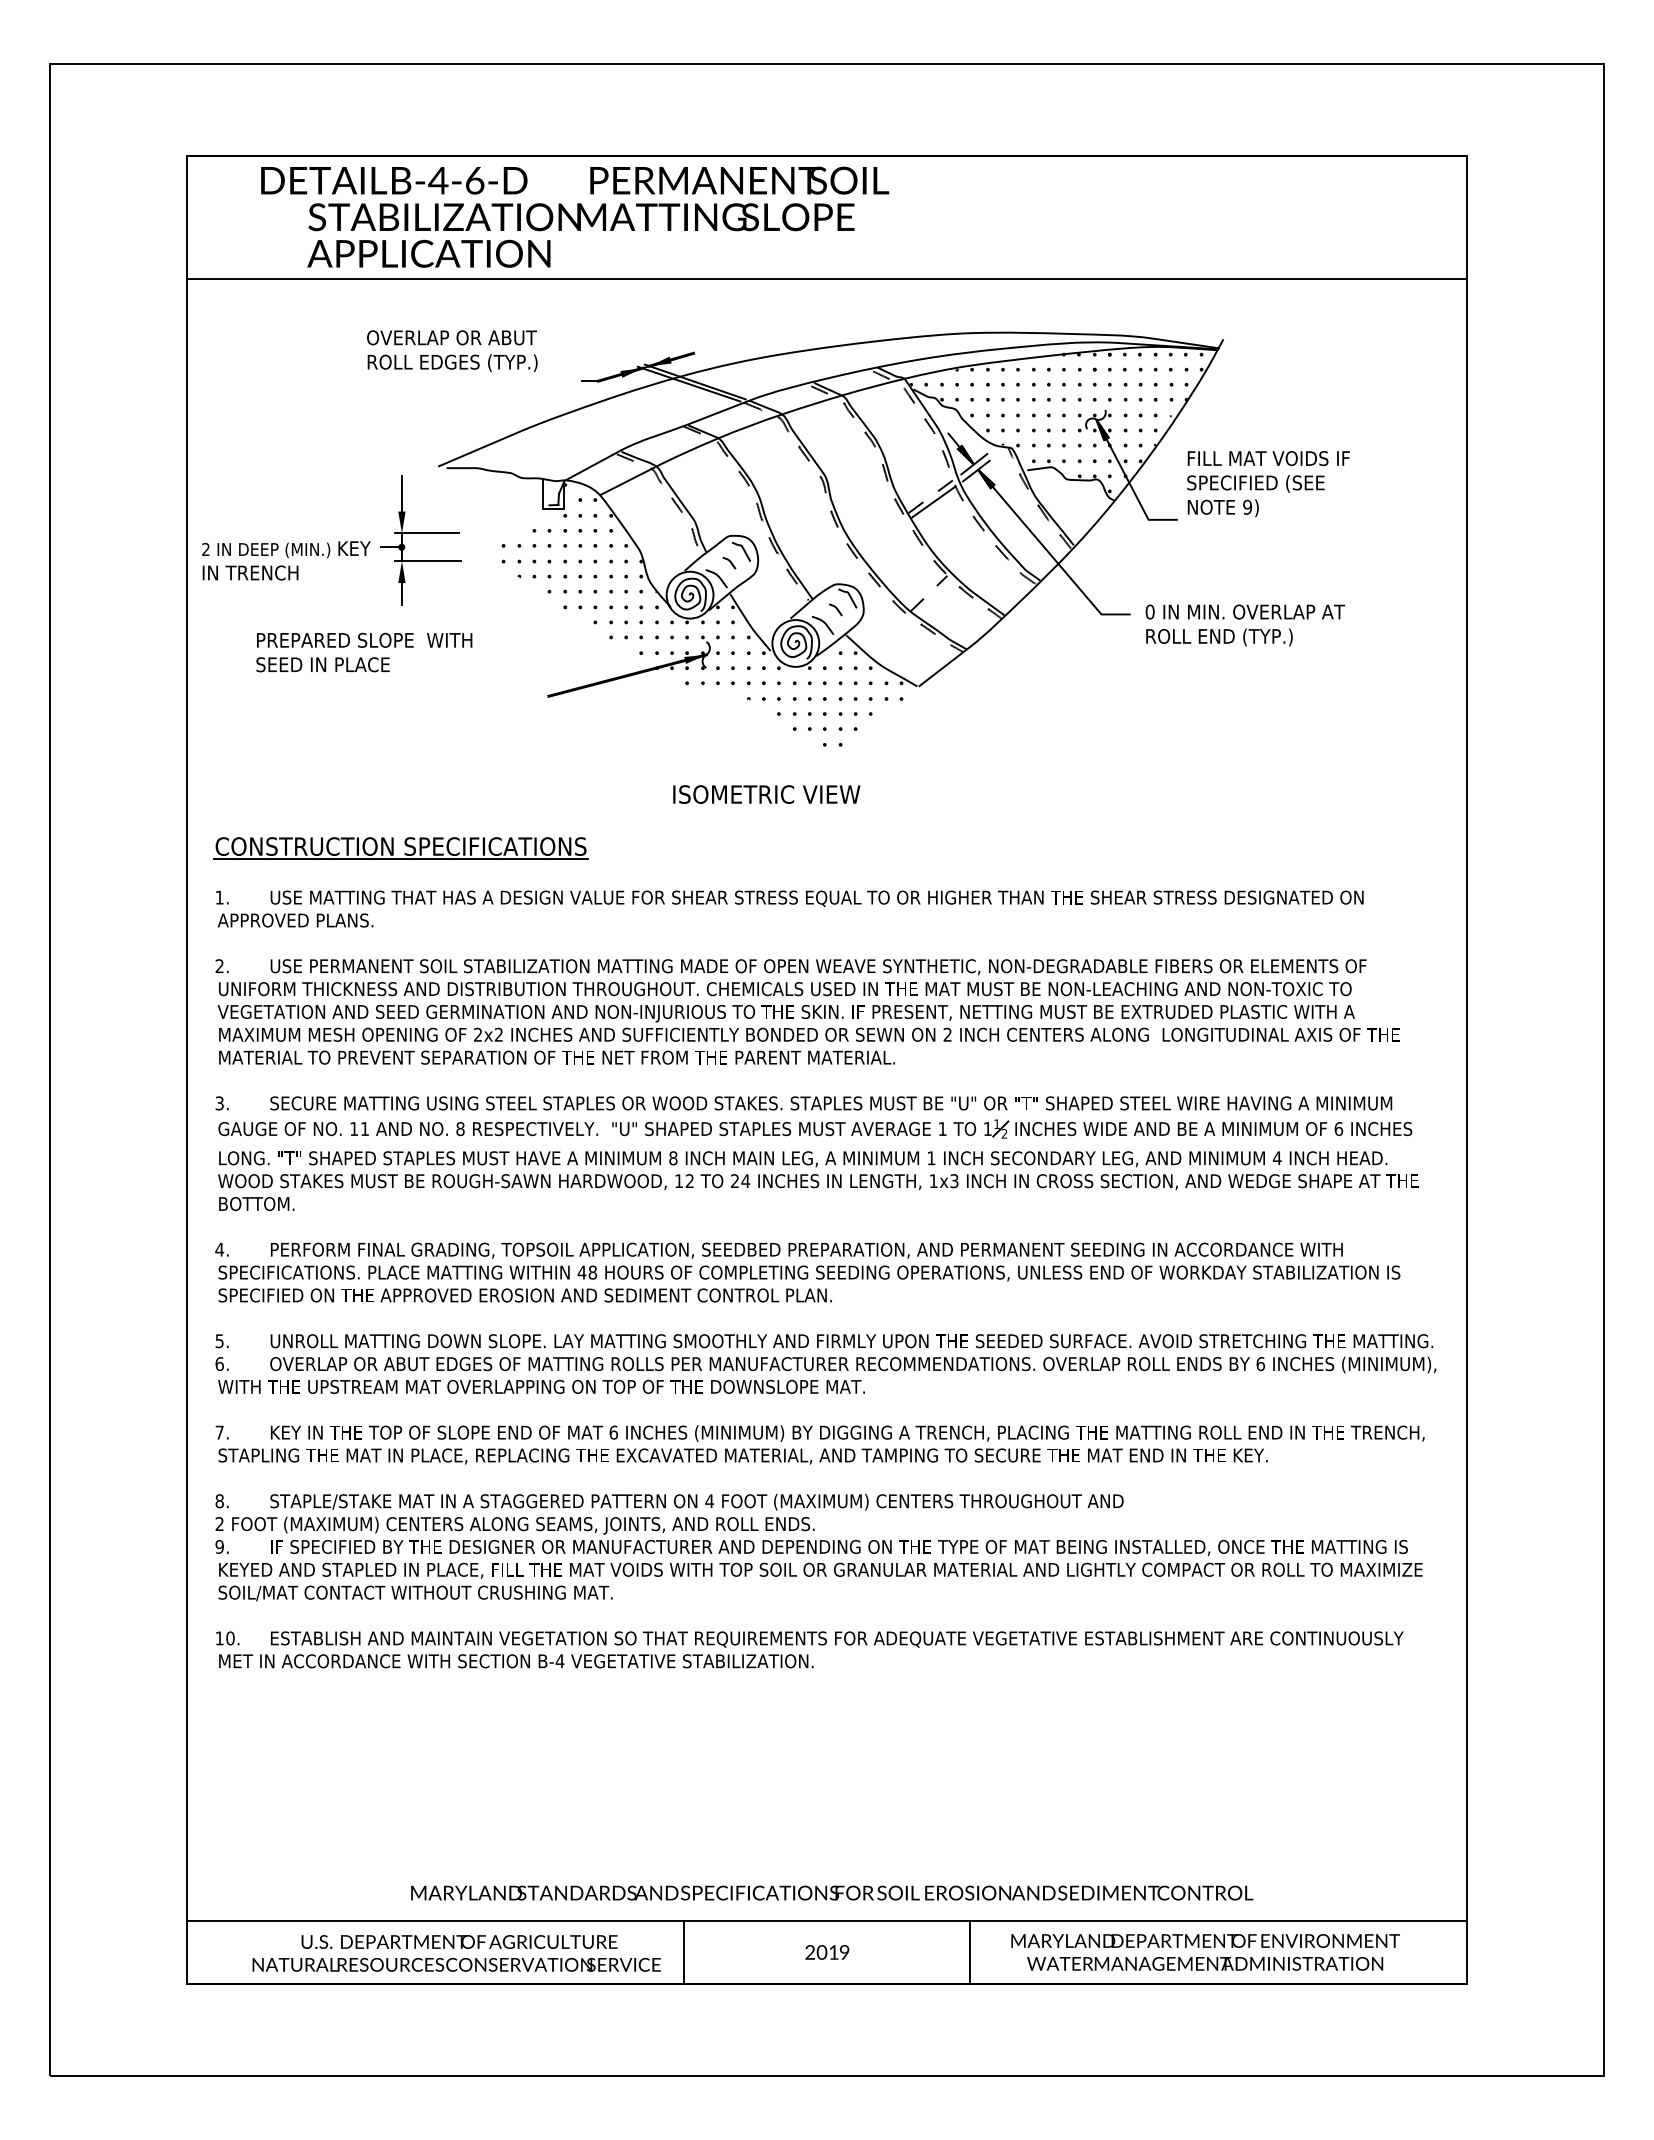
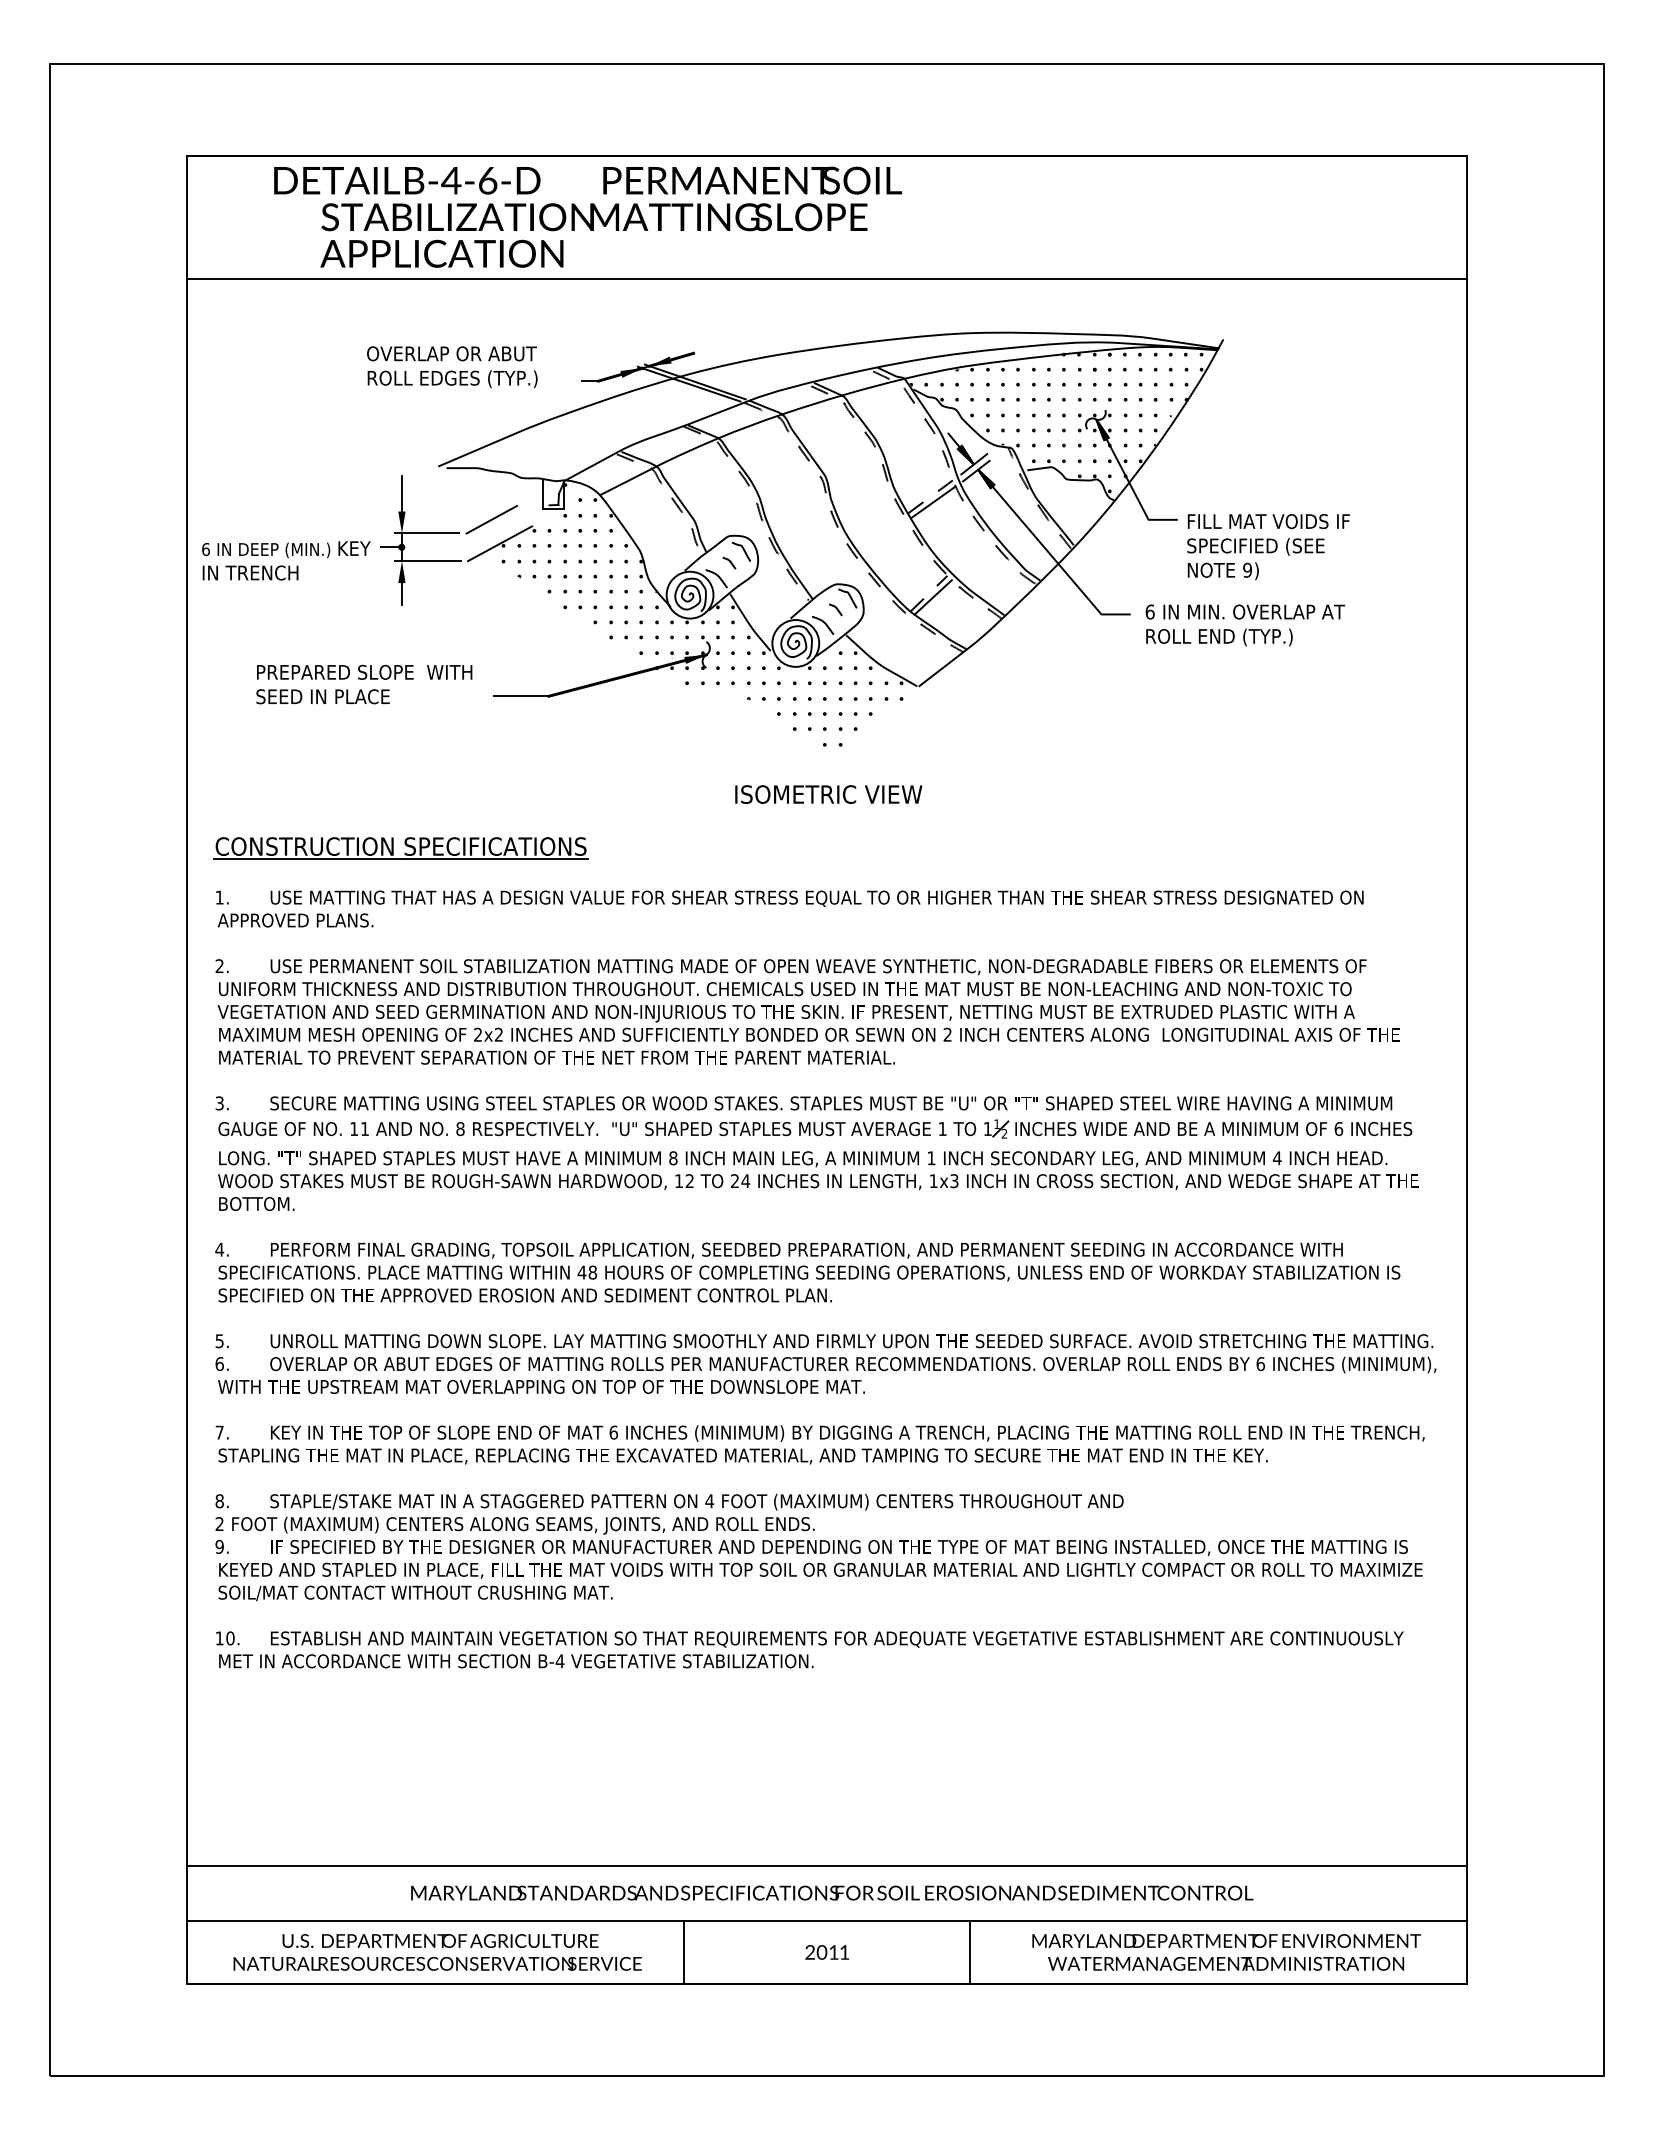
text at (575, 216) position: (575, 216) -> (588, 216)
text at (452, 351) position: (452, 351) -> (452, 367)
text at (1268, 484) position: (1268, 484) -> (1268, 547)
line at (491, 519): none -> present
line at (500, 543): none -> present
text at (205, 549): 2 -> 6
line at (932, 597): none -> present
text at (1149, 611): 0 -> 6
text at (364, 652) position: (364, 652) -> (364, 684)
line at (520, 696): none -> present
text at (766, 794) position: (766, 794) -> (828, 794)
line at (826, 1865): none -> present
text at (844, 1952): 9 -> 1
text at (1205, 1952) position: (1205, 1952) -> (1226, 1952)
text at (456, 1953) position: (456, 1953) -> (437, 1952)
